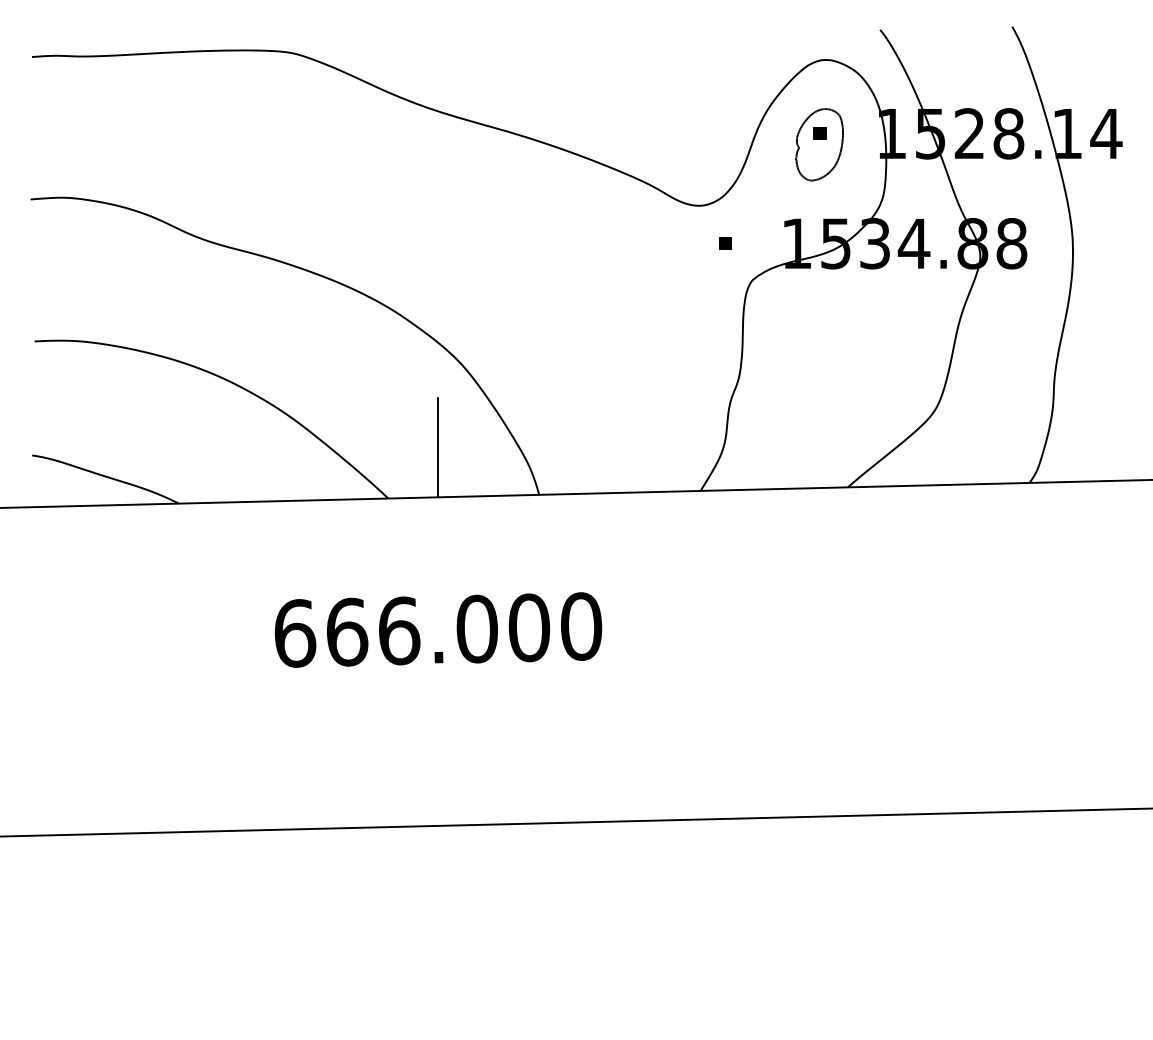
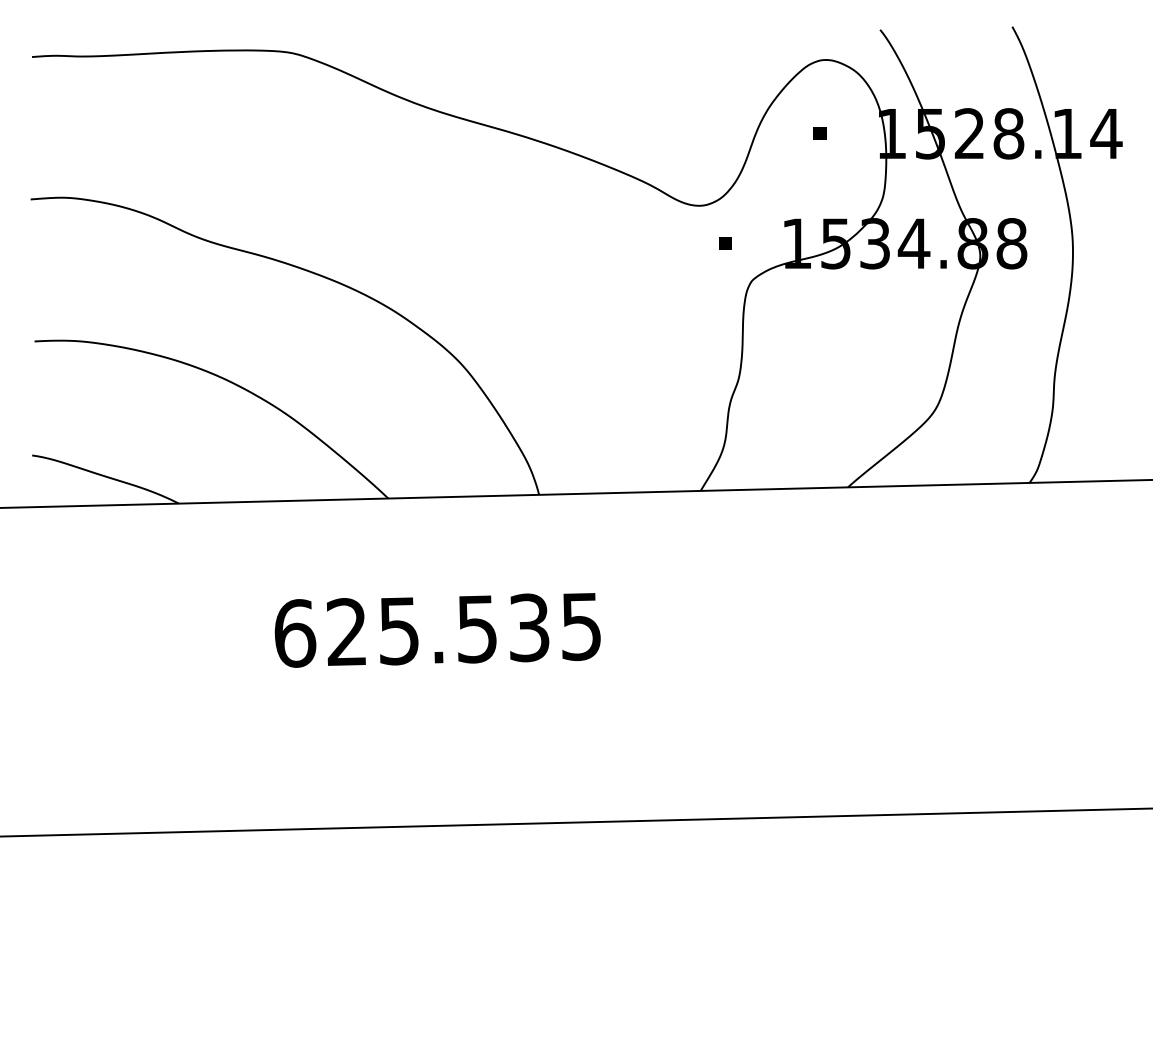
part at (819, 144): present -> none
line at (437, 447): present -> none
text at (464, 629): 666.000 -> 625.535
